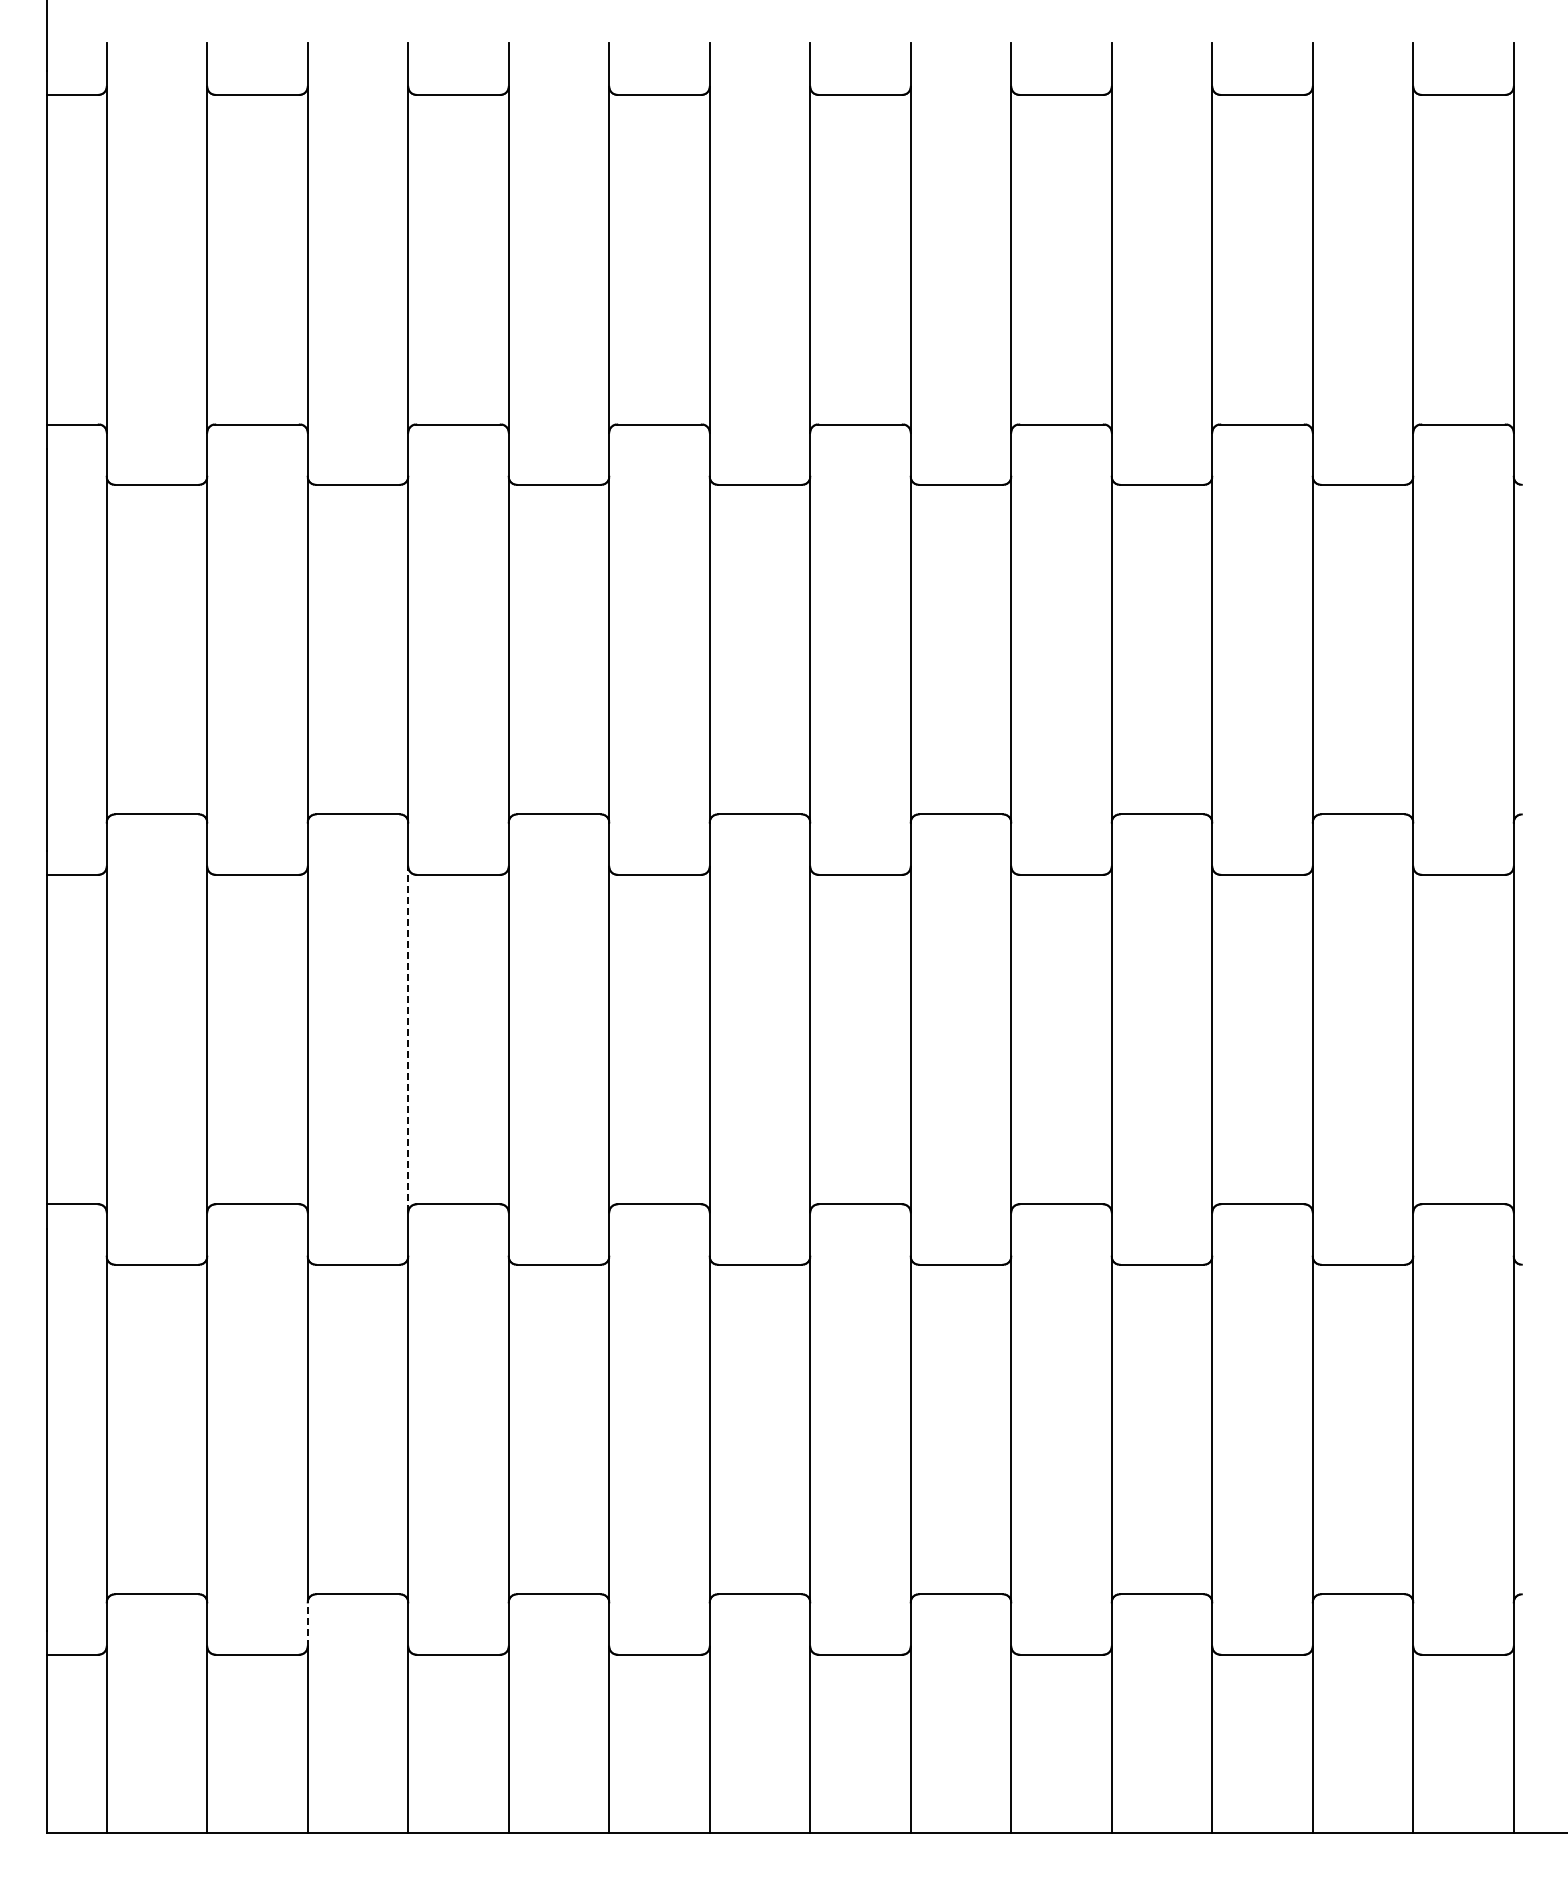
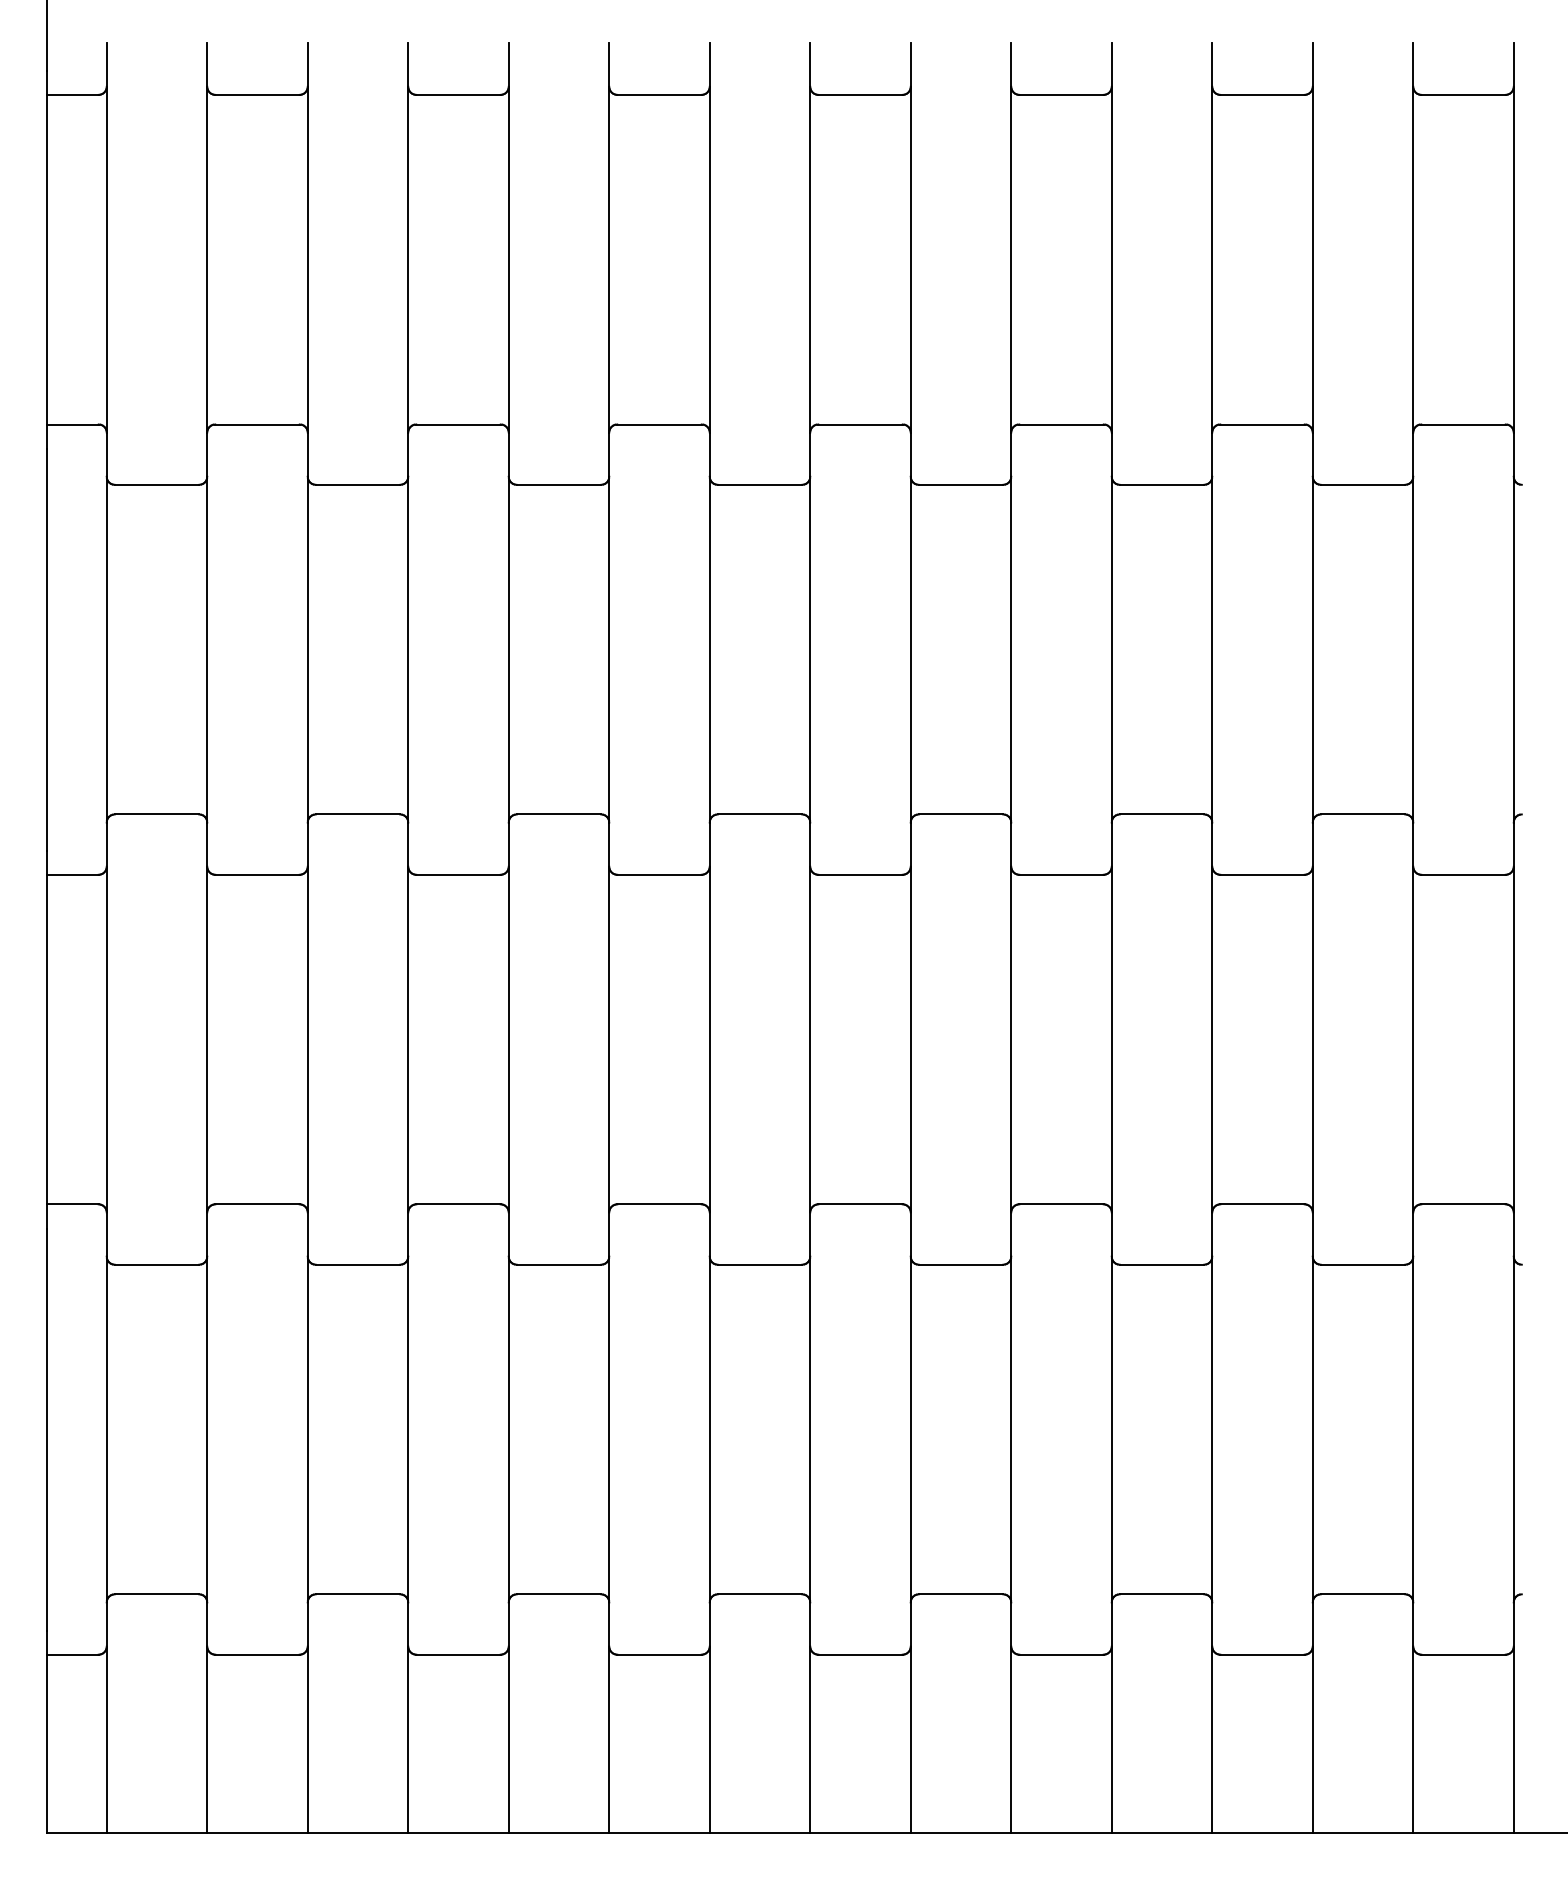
line at (408, 1039): dashed -> solid
line at (307, 1624): dashed -> solid
